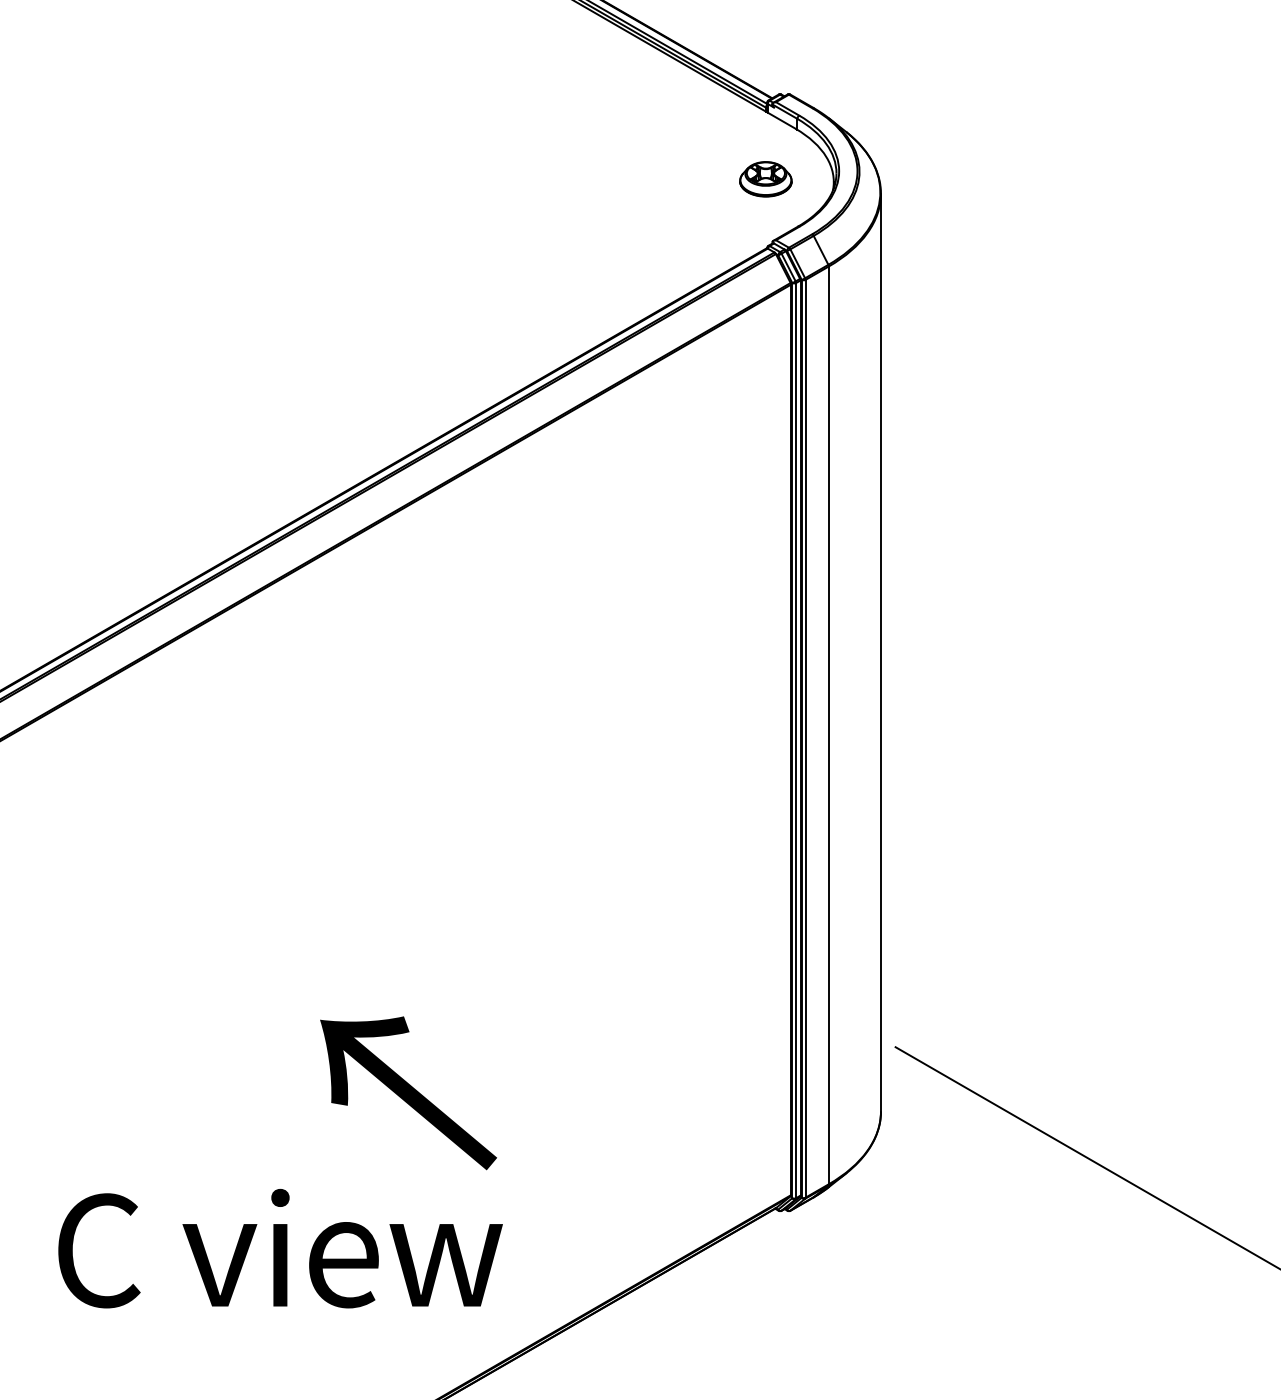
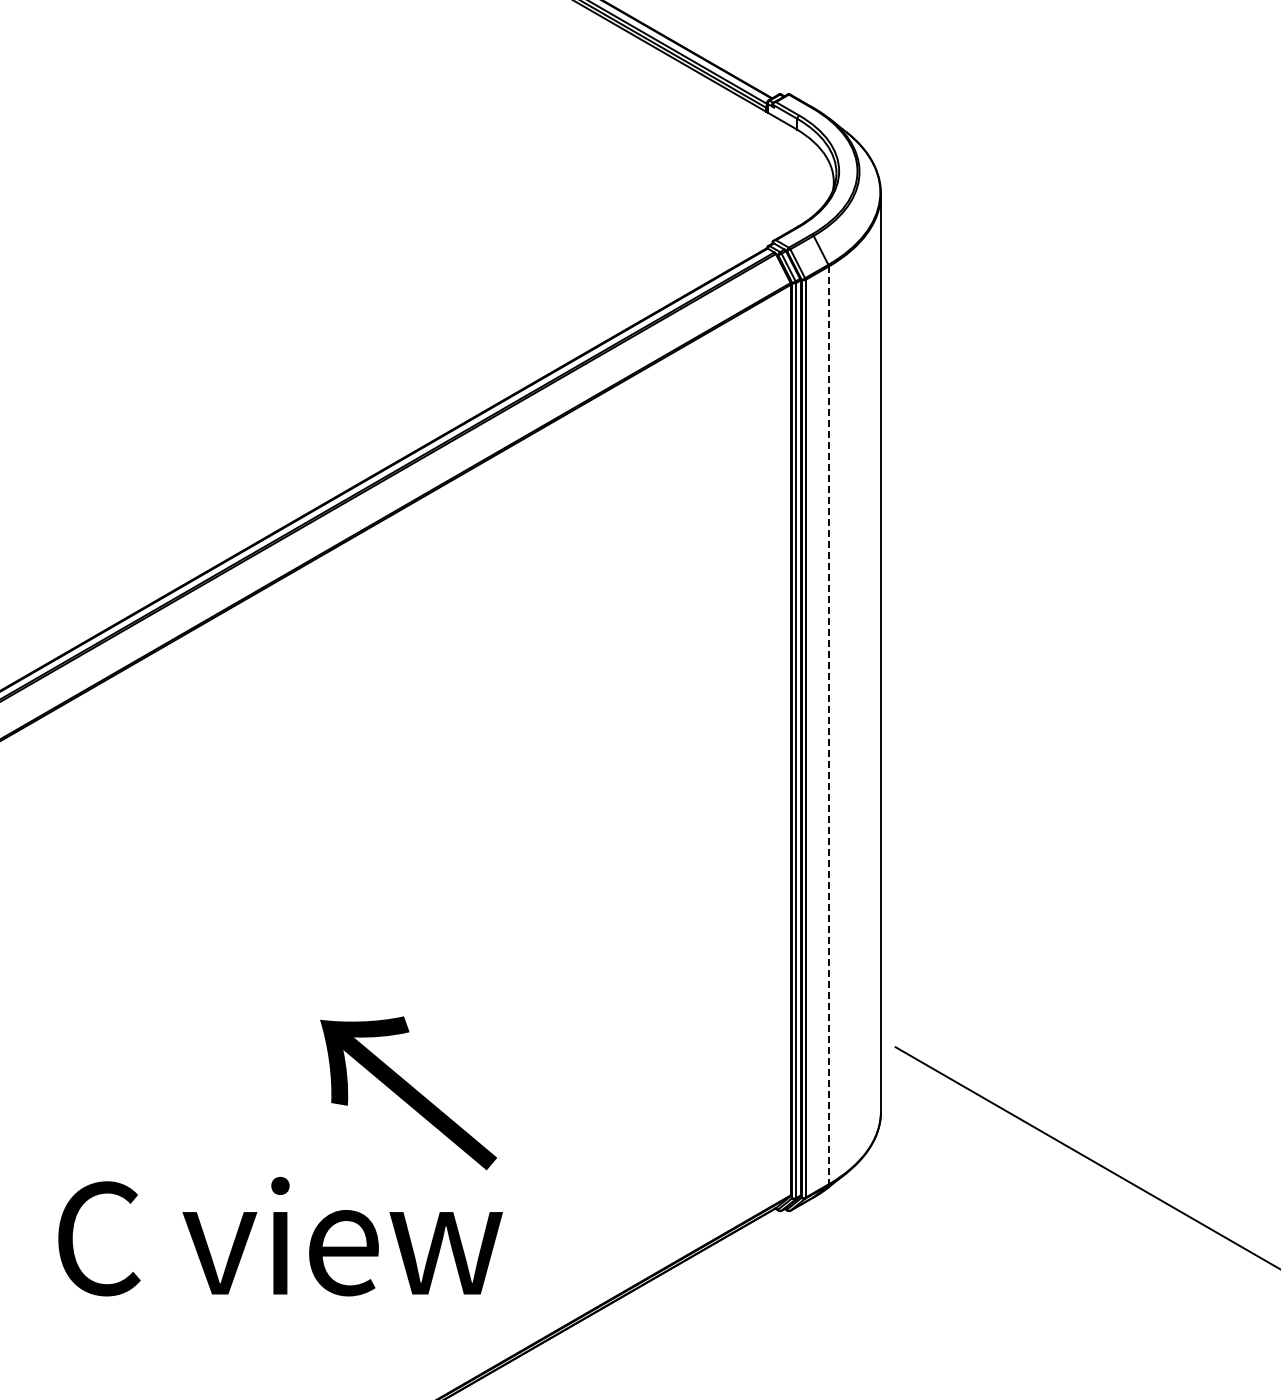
part at (765, 179): present -> none
line at (828, 725): solid -> dashed
text at (280, 1248) position: (280, 1248) -> (280, 1236)
